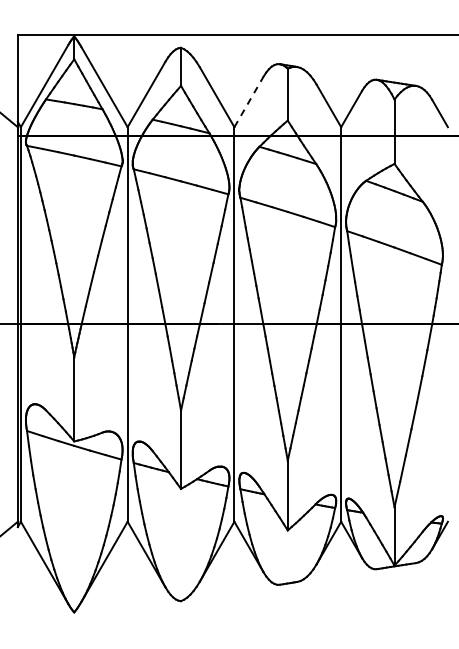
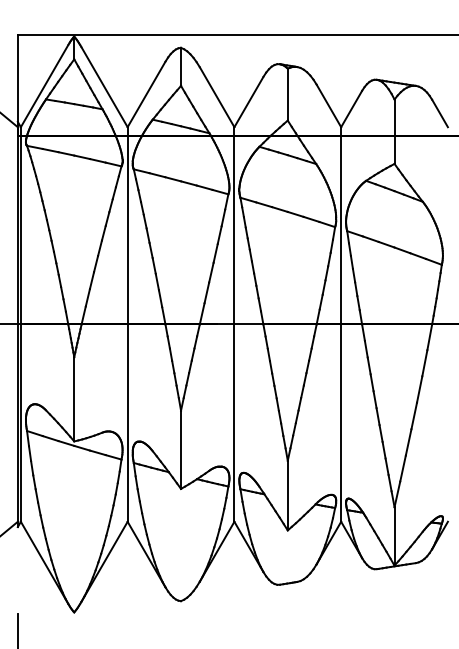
line at (248, 102): dashed -> solid
line at (17, 629): none -> present
